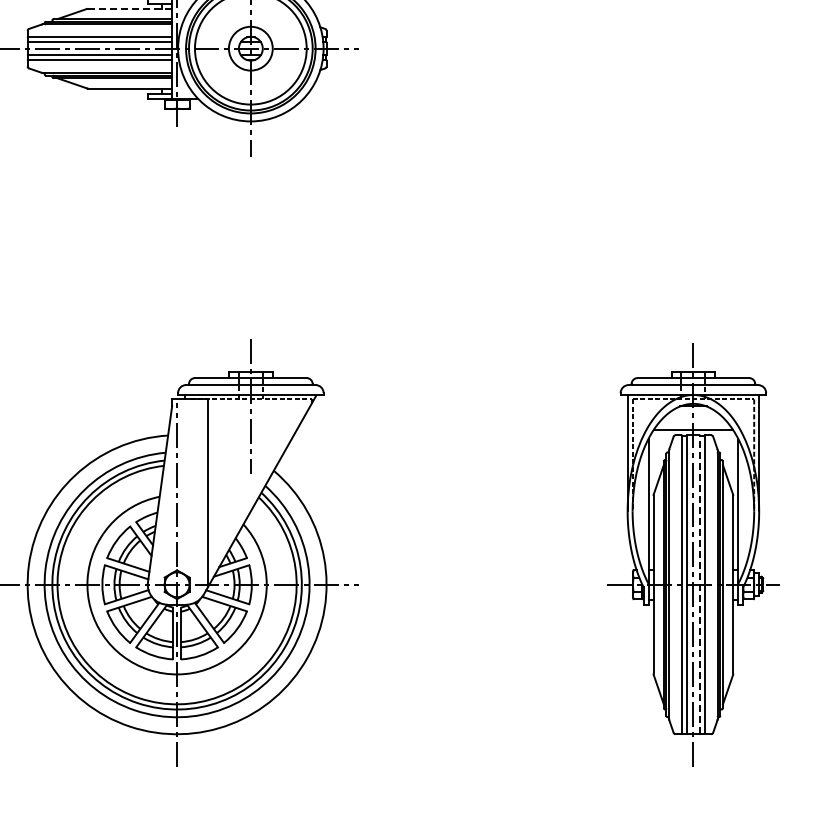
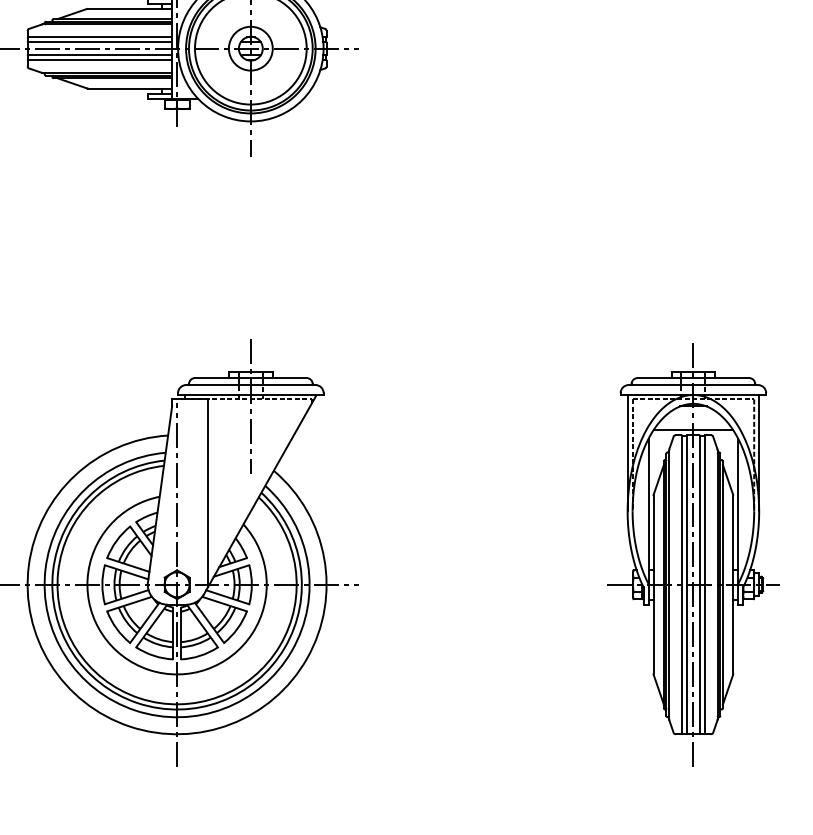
line at (130, 8): dashed -> solid
line at (699, 584): dashed -> solid
